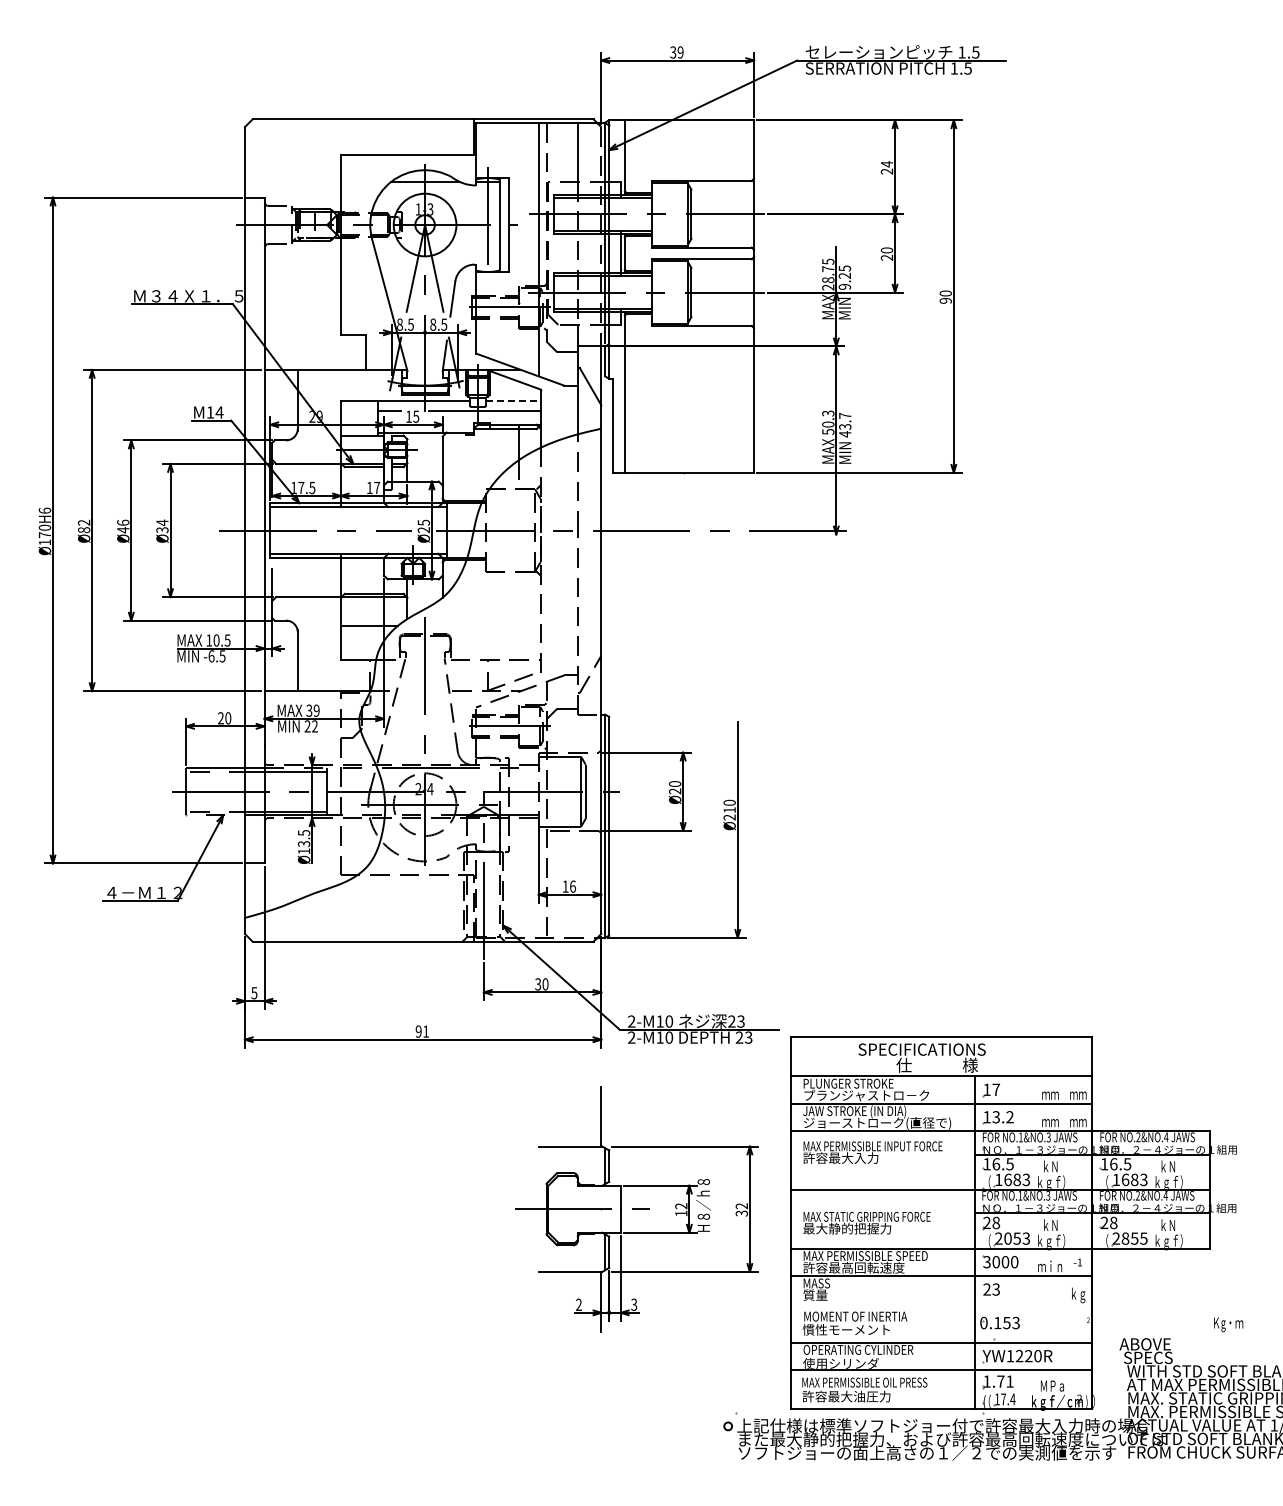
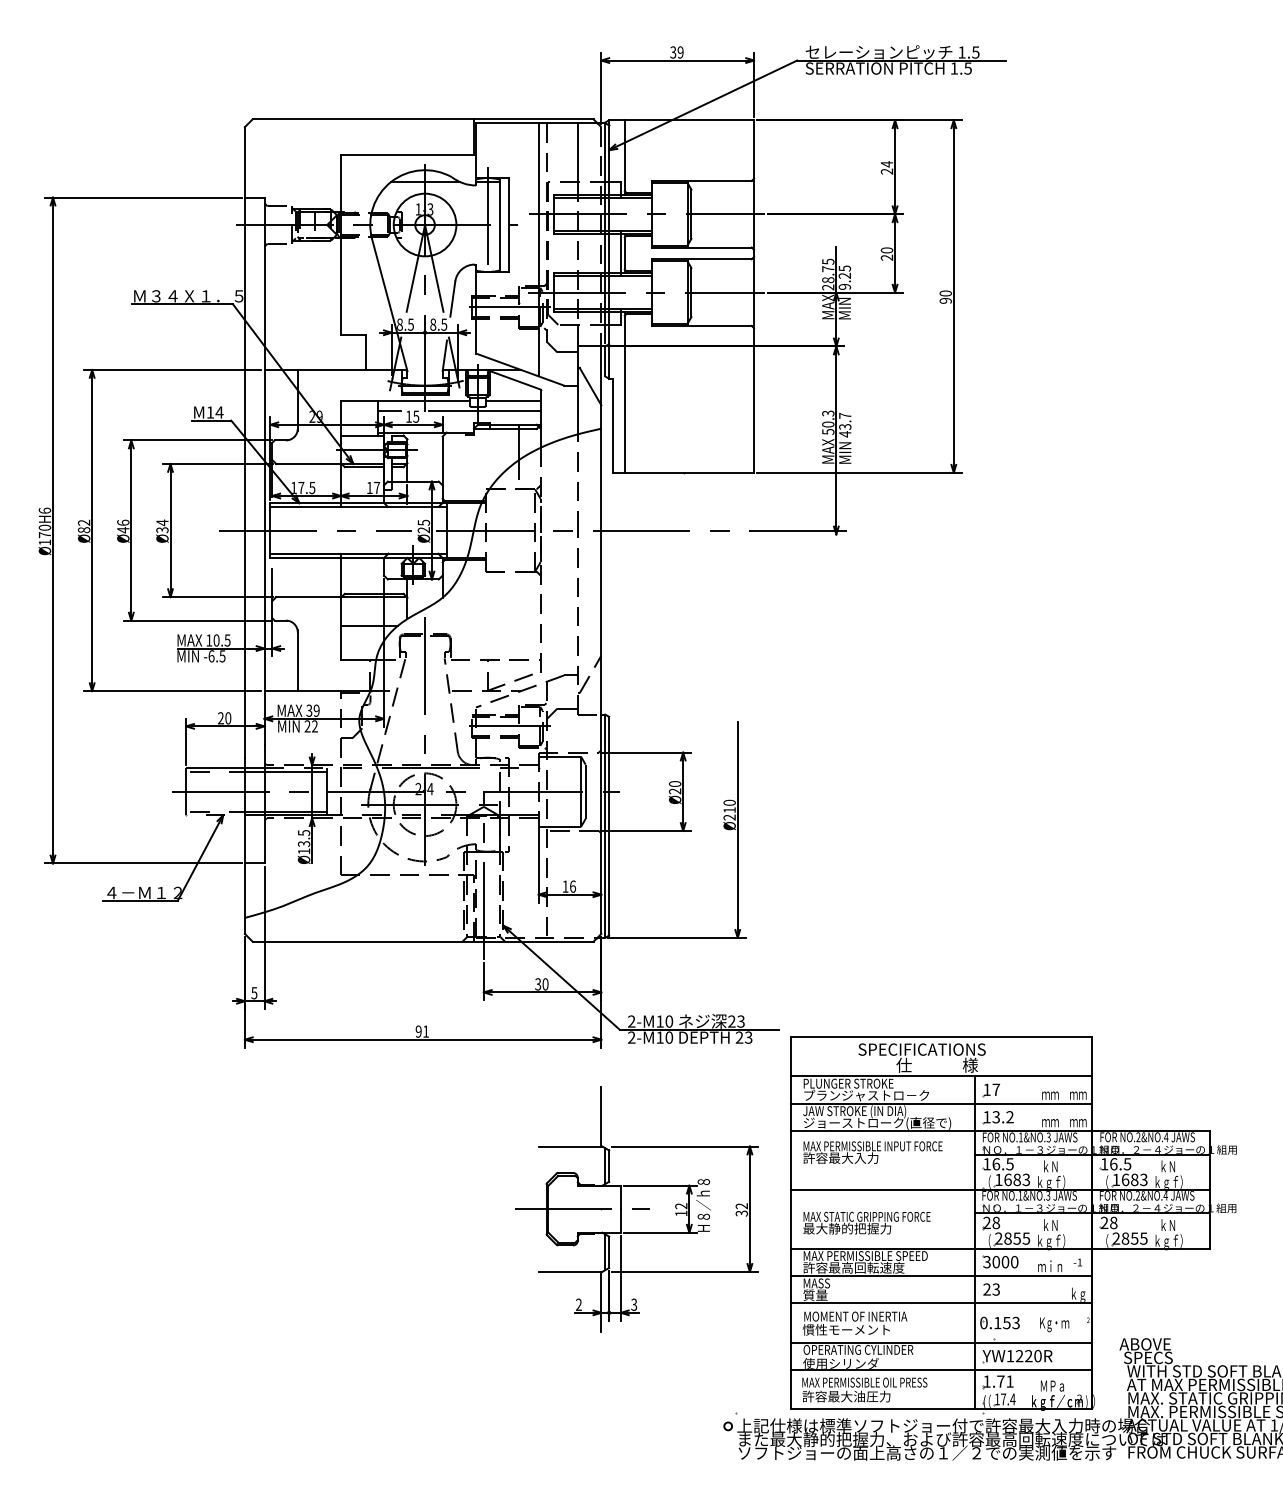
line at (513, 401): dashed -> solid
text at (1017, 1238): 2053 -> 2855
line at (941, 1303): none -> present
text at (1228, 1324) position: (1228, 1324) -> (1054, 1324)
